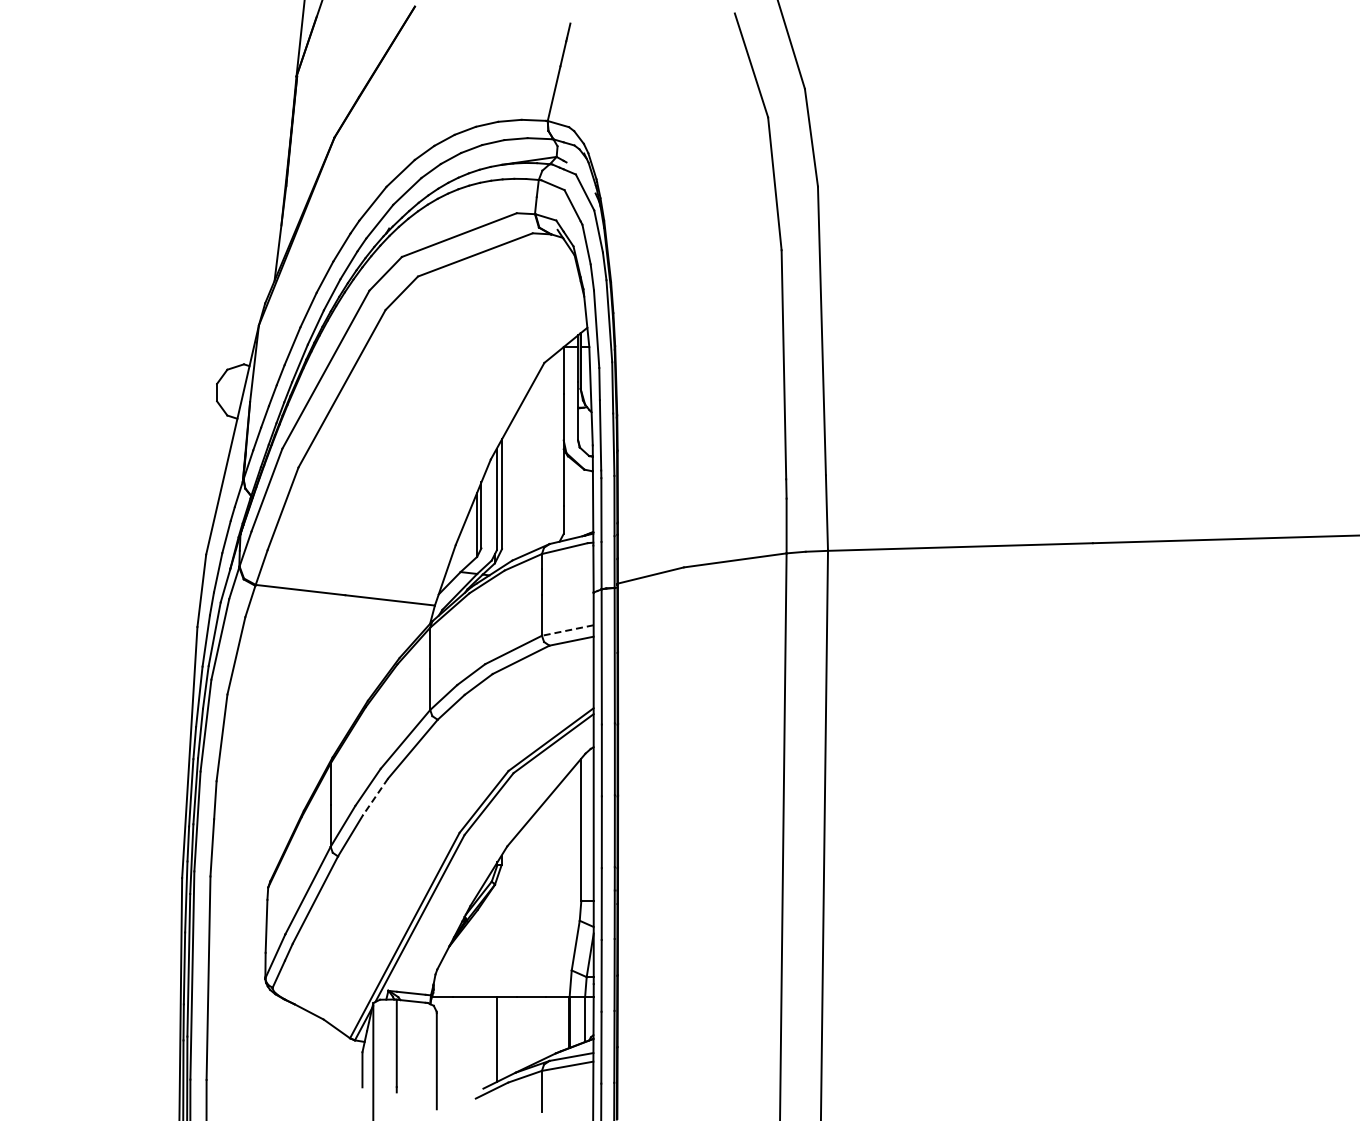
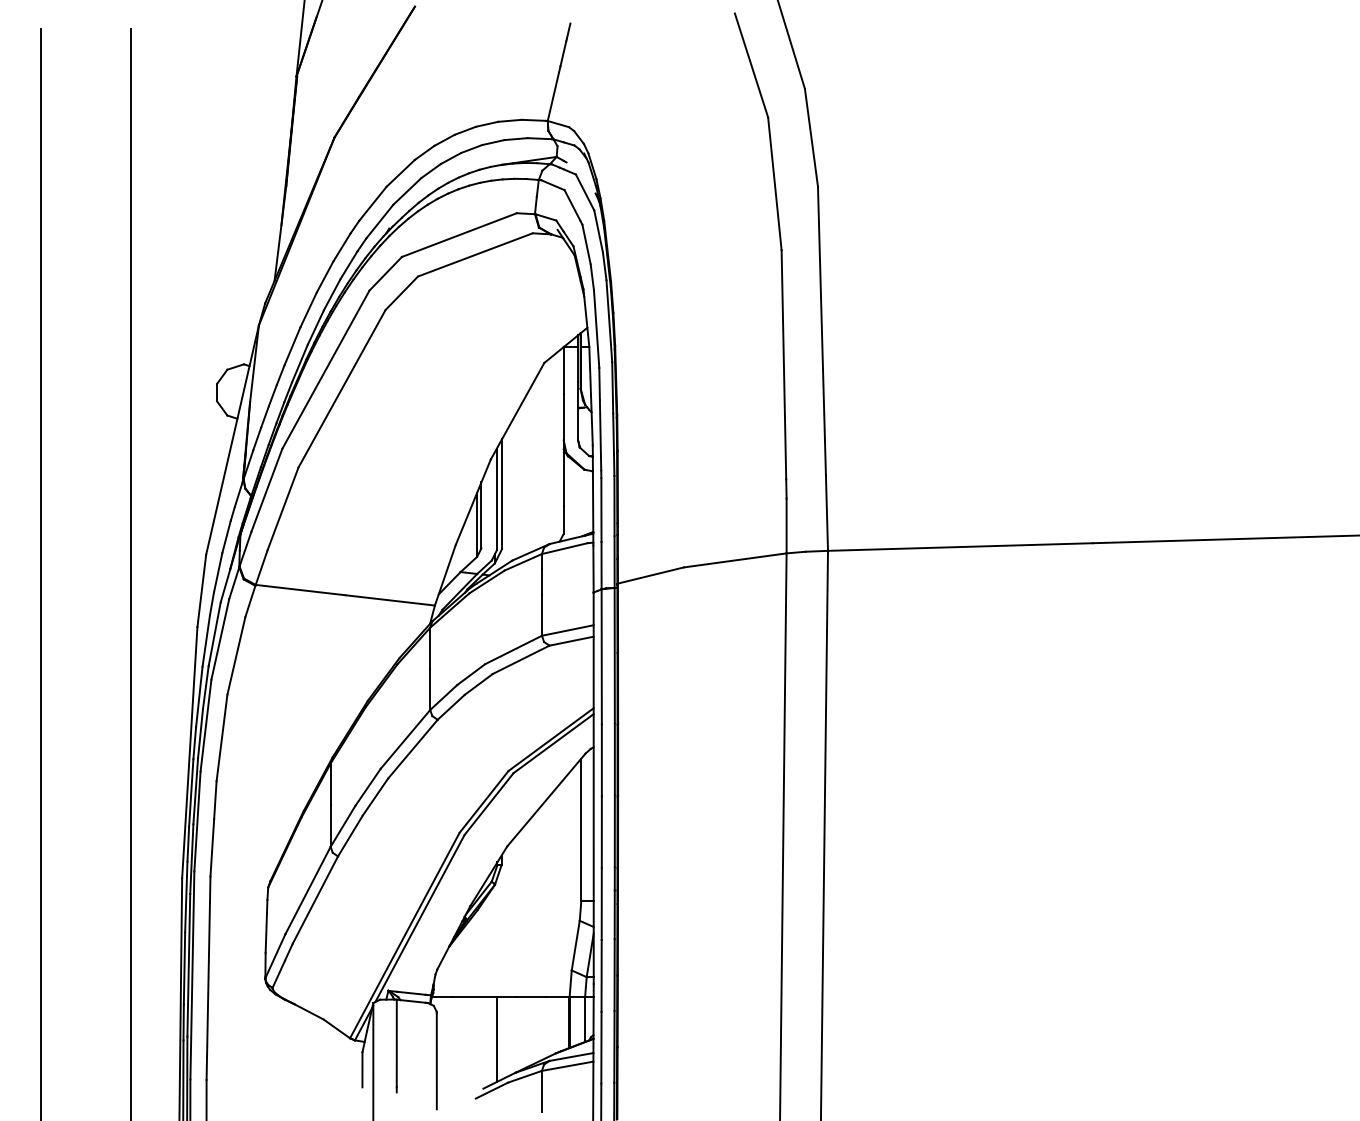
line at (40, 573): none -> present
line at (130, 573): none -> present
line at (567, 630): dashed -> solid
line at (375, 797): dashed -> solid
